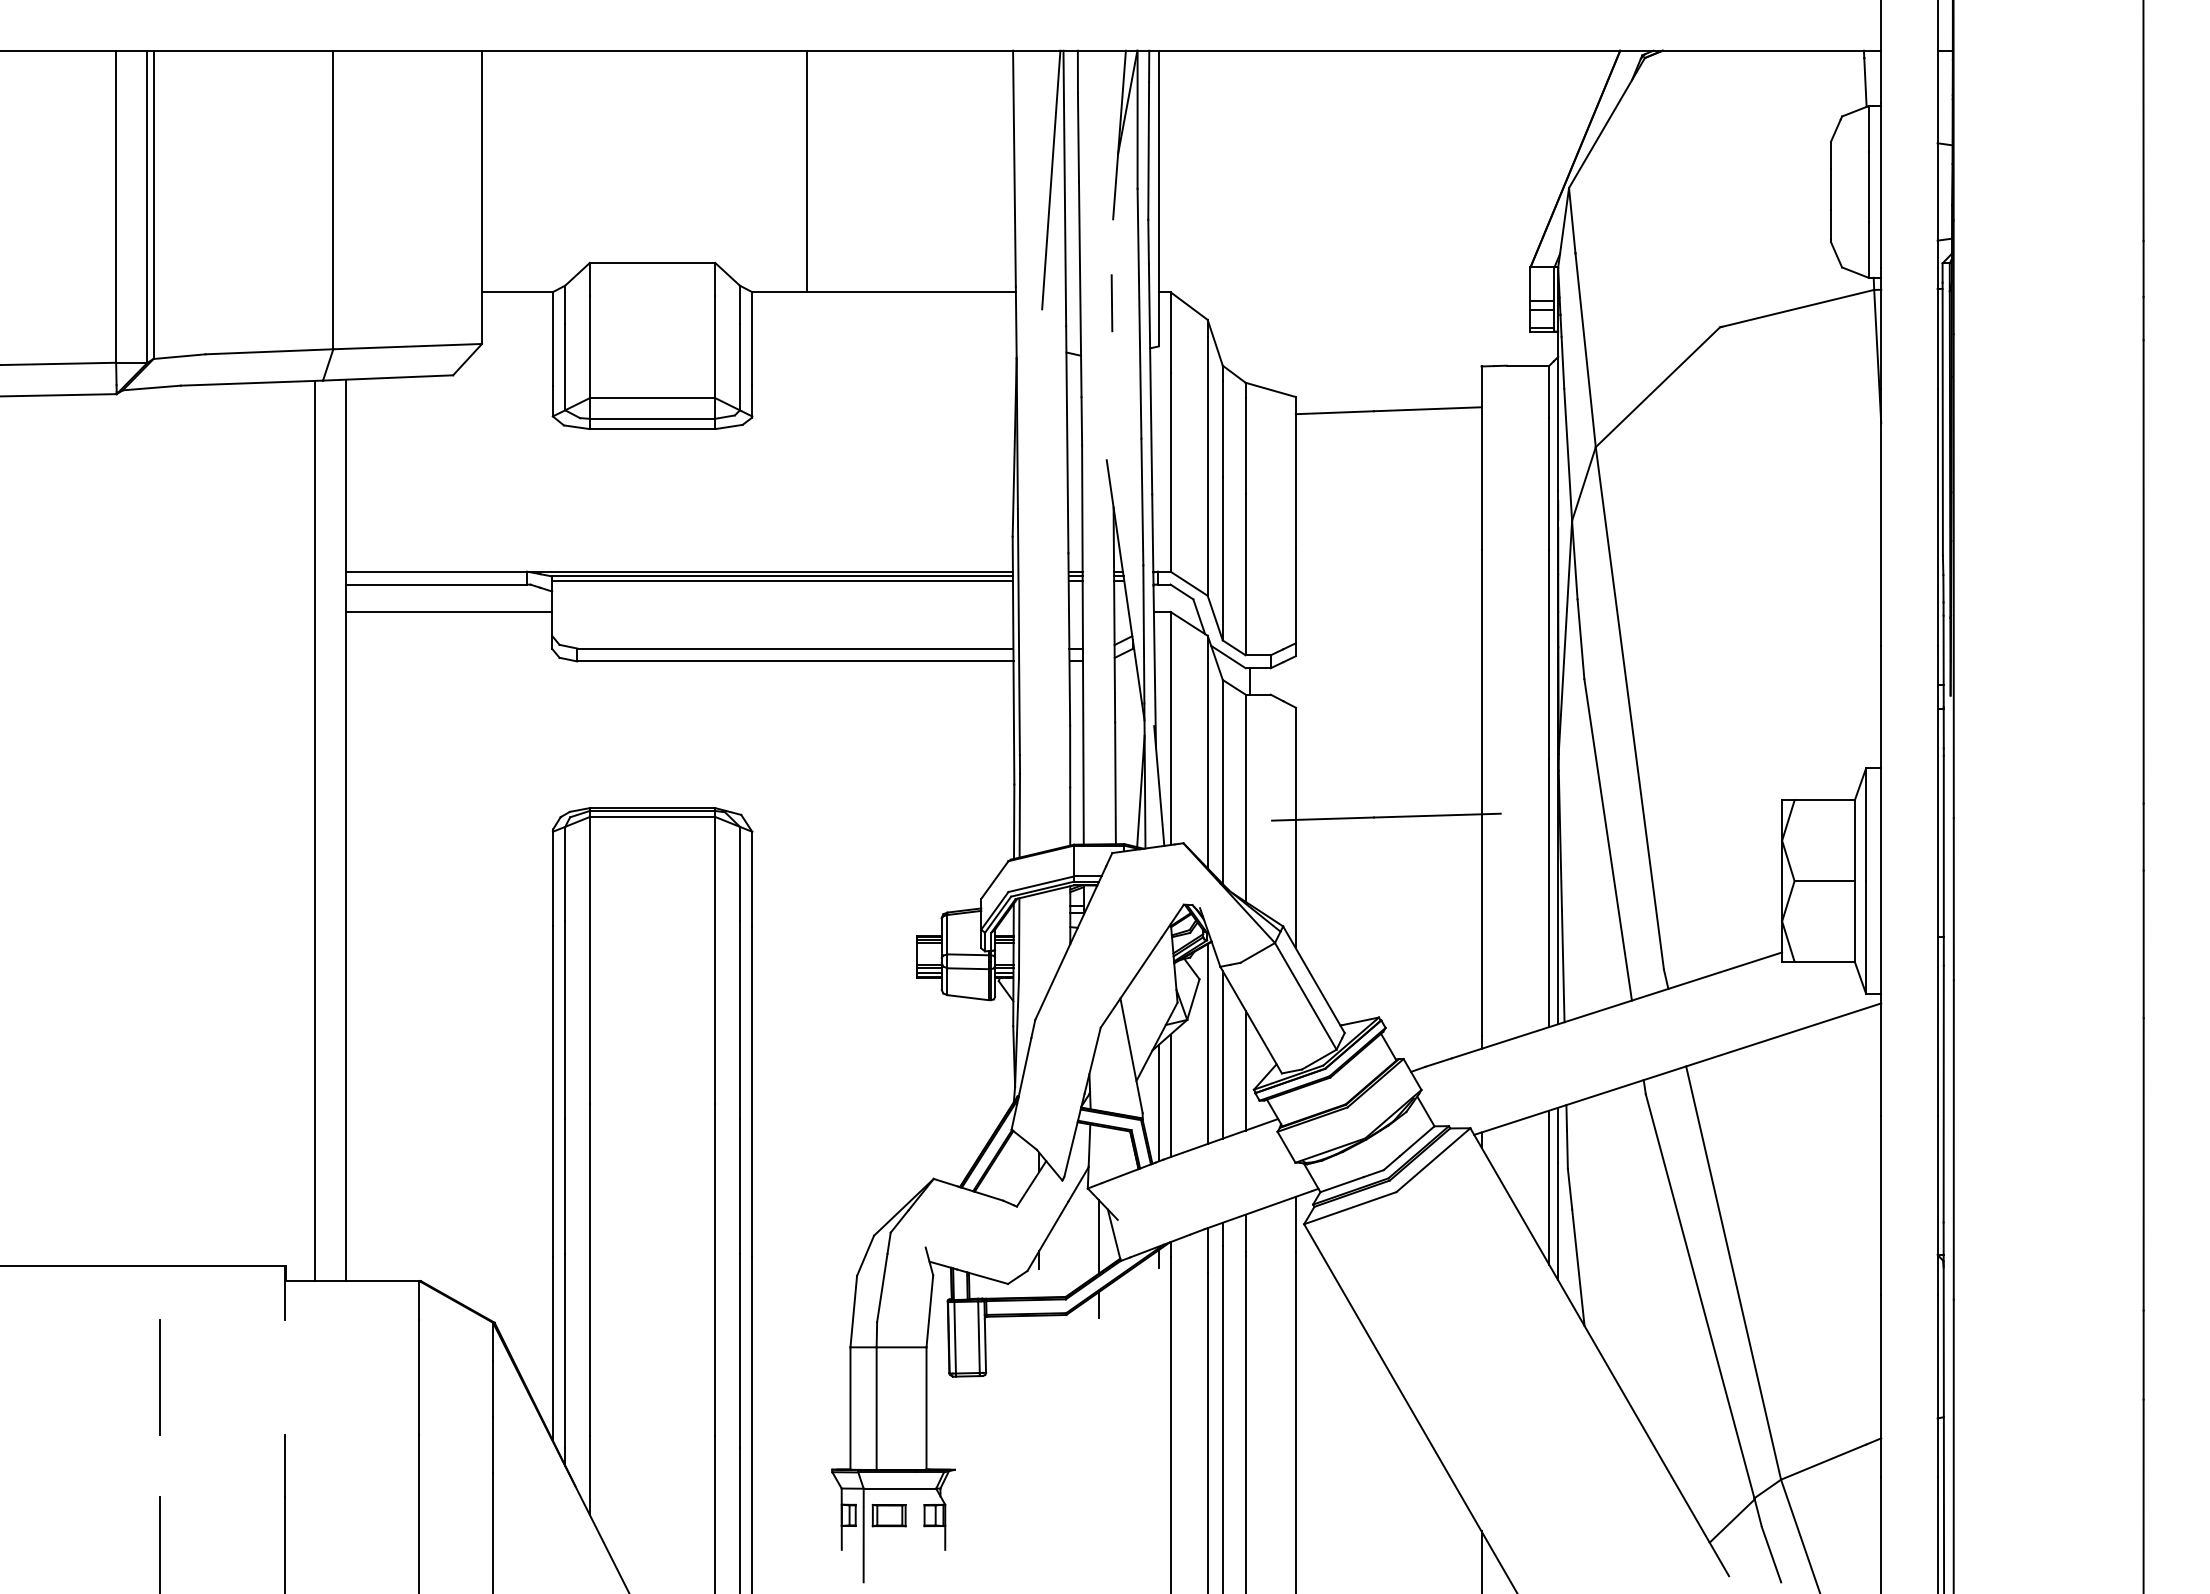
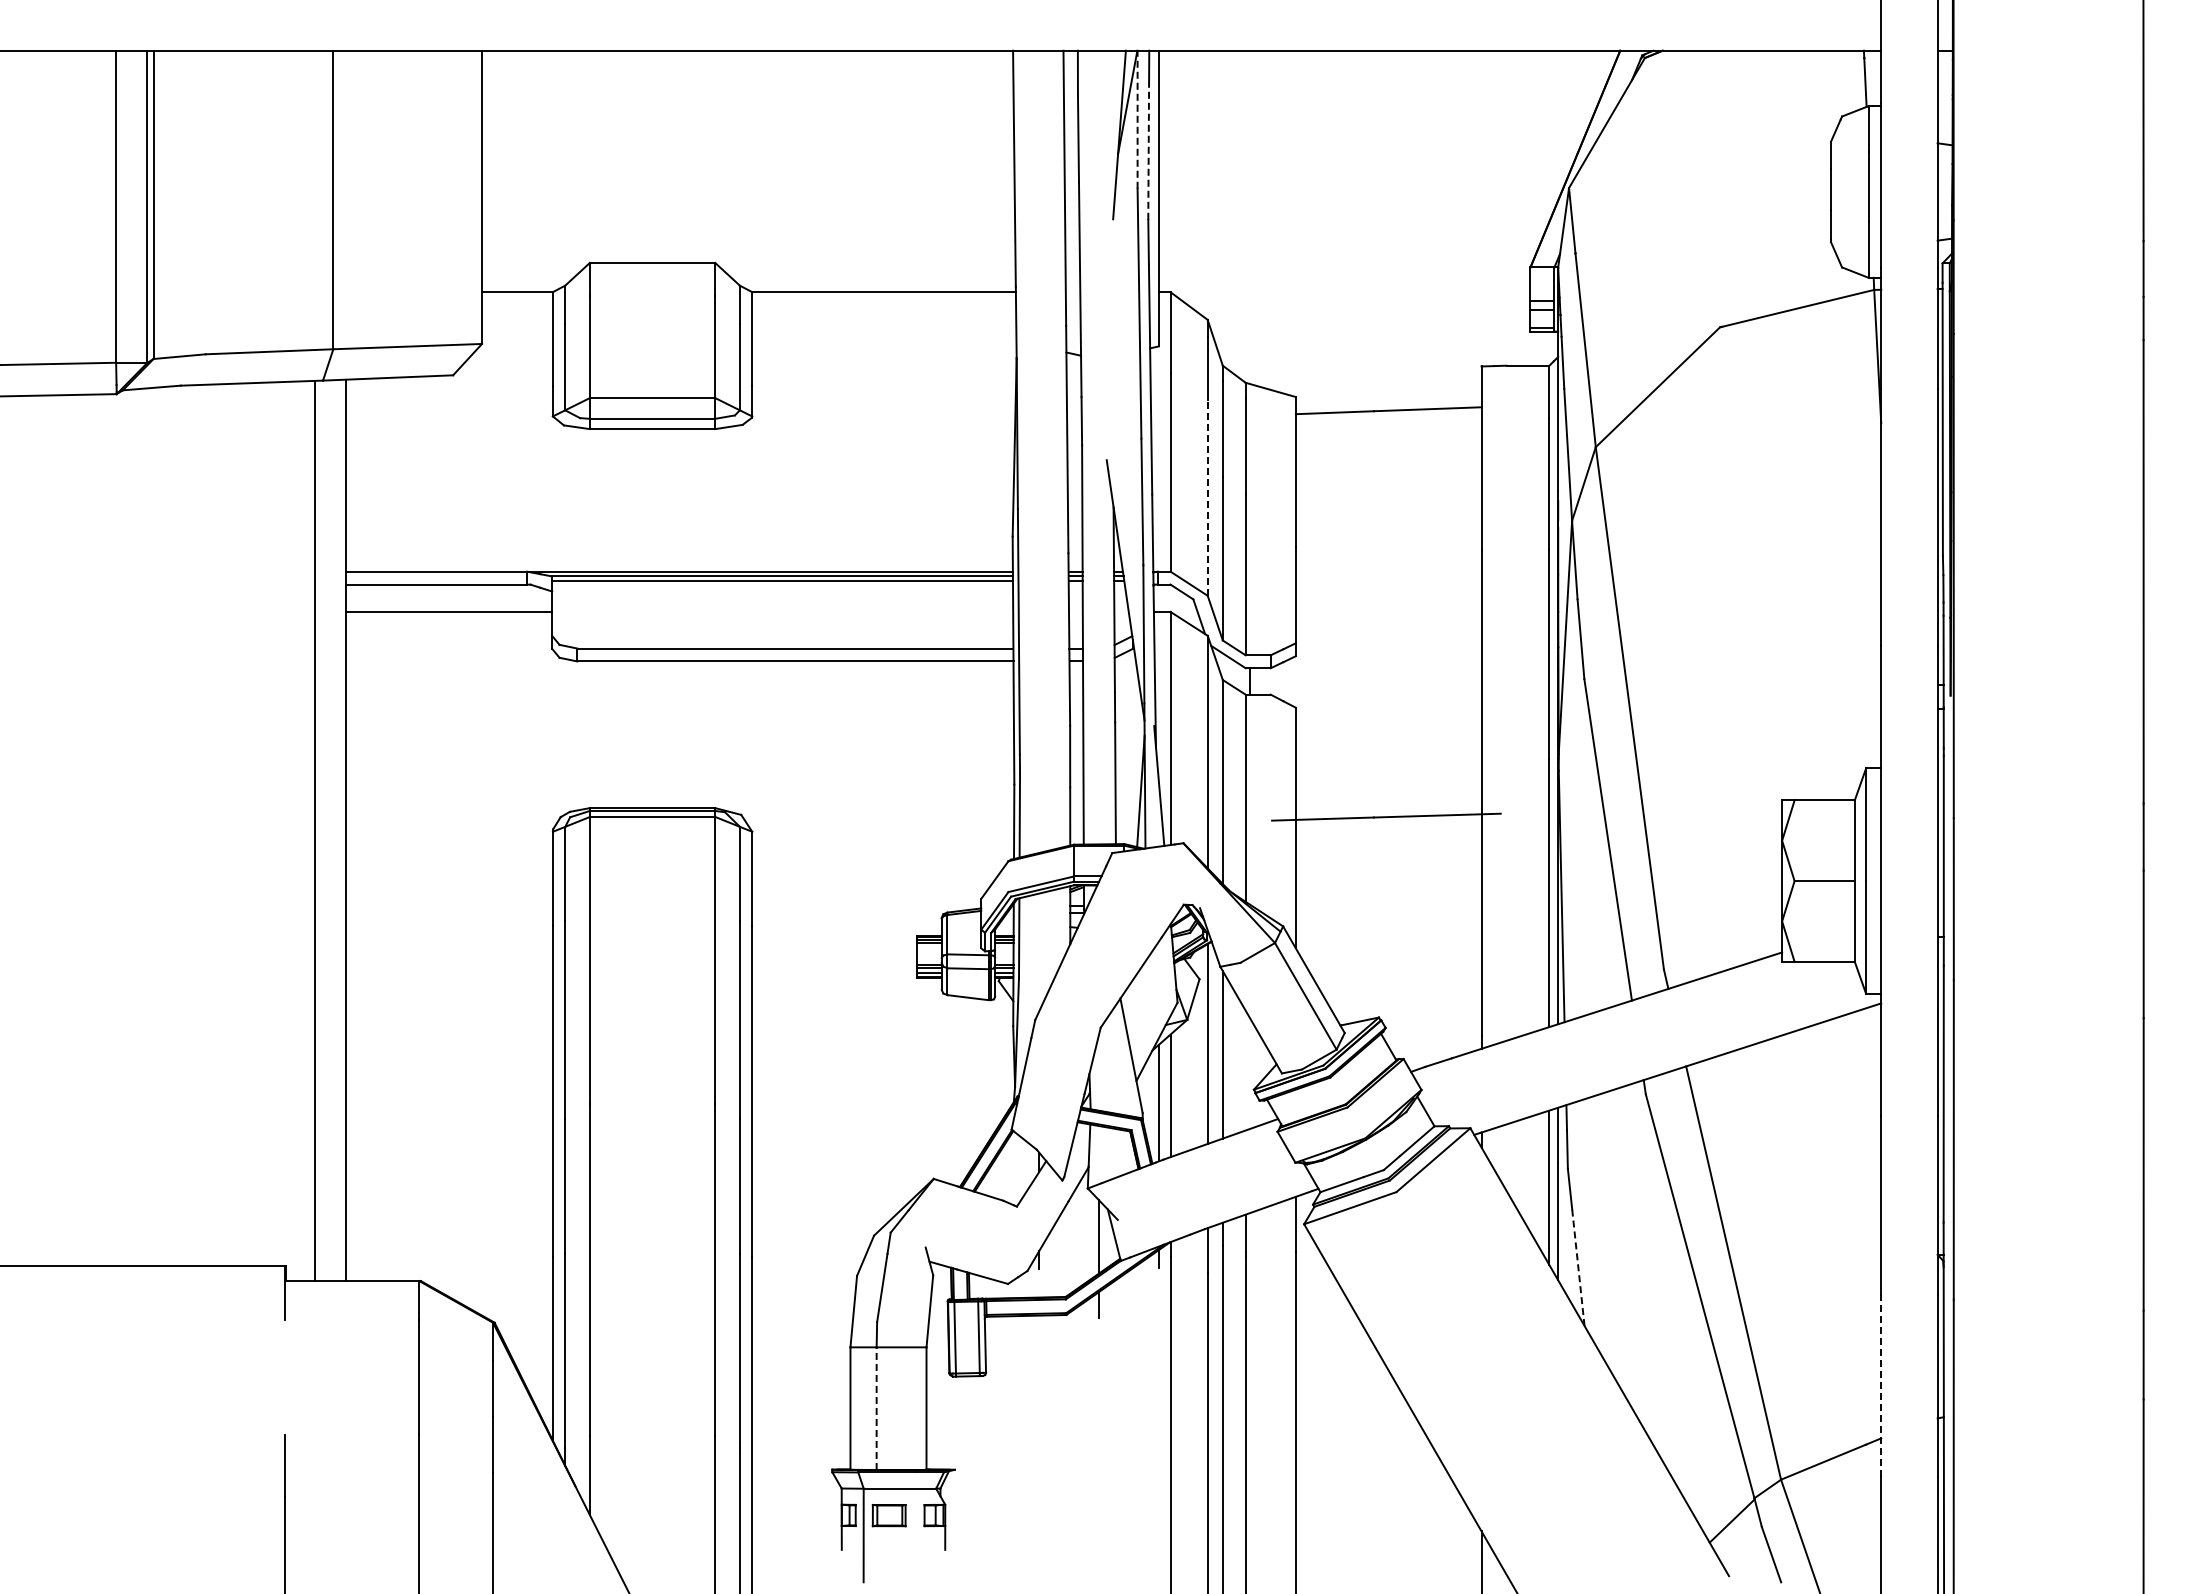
line at (1137, 119): solid -> dashed
line at (1148, 151): solid -> dashed
line at (807, 171): present -> none
line at (1051, 179): present -> none
line at (1111, 303): present -> none
line at (1207, 497): solid -> dashed
line at (1245, 1070): present -> none
line at (1578, 1267): solid -> dashed
line at (159, 1377): present -> none
line at (1881, 1385): solid -> dashed
line at (876, 1408): solid -> dashed
line at (160, 1543): present -> none
